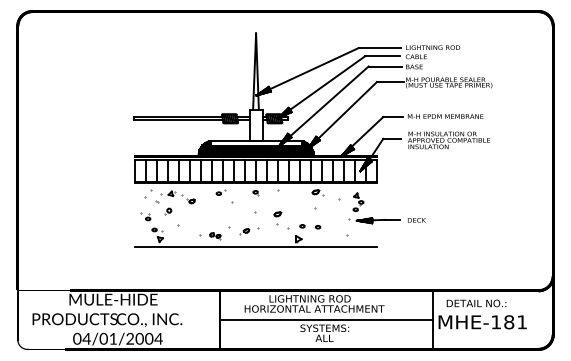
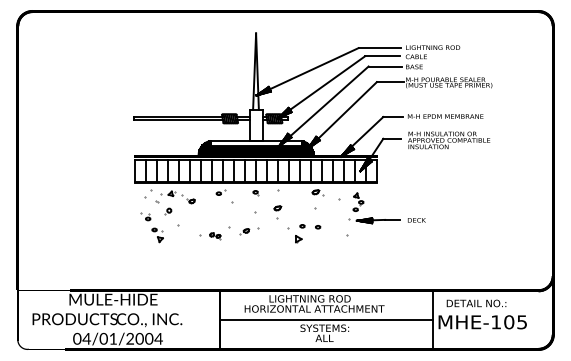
part at (277, 218) position: (277, 218) -> (277, 212)
line at (256, 246): present -> none
text at (515, 322): MHE-181 -> MHE-105
